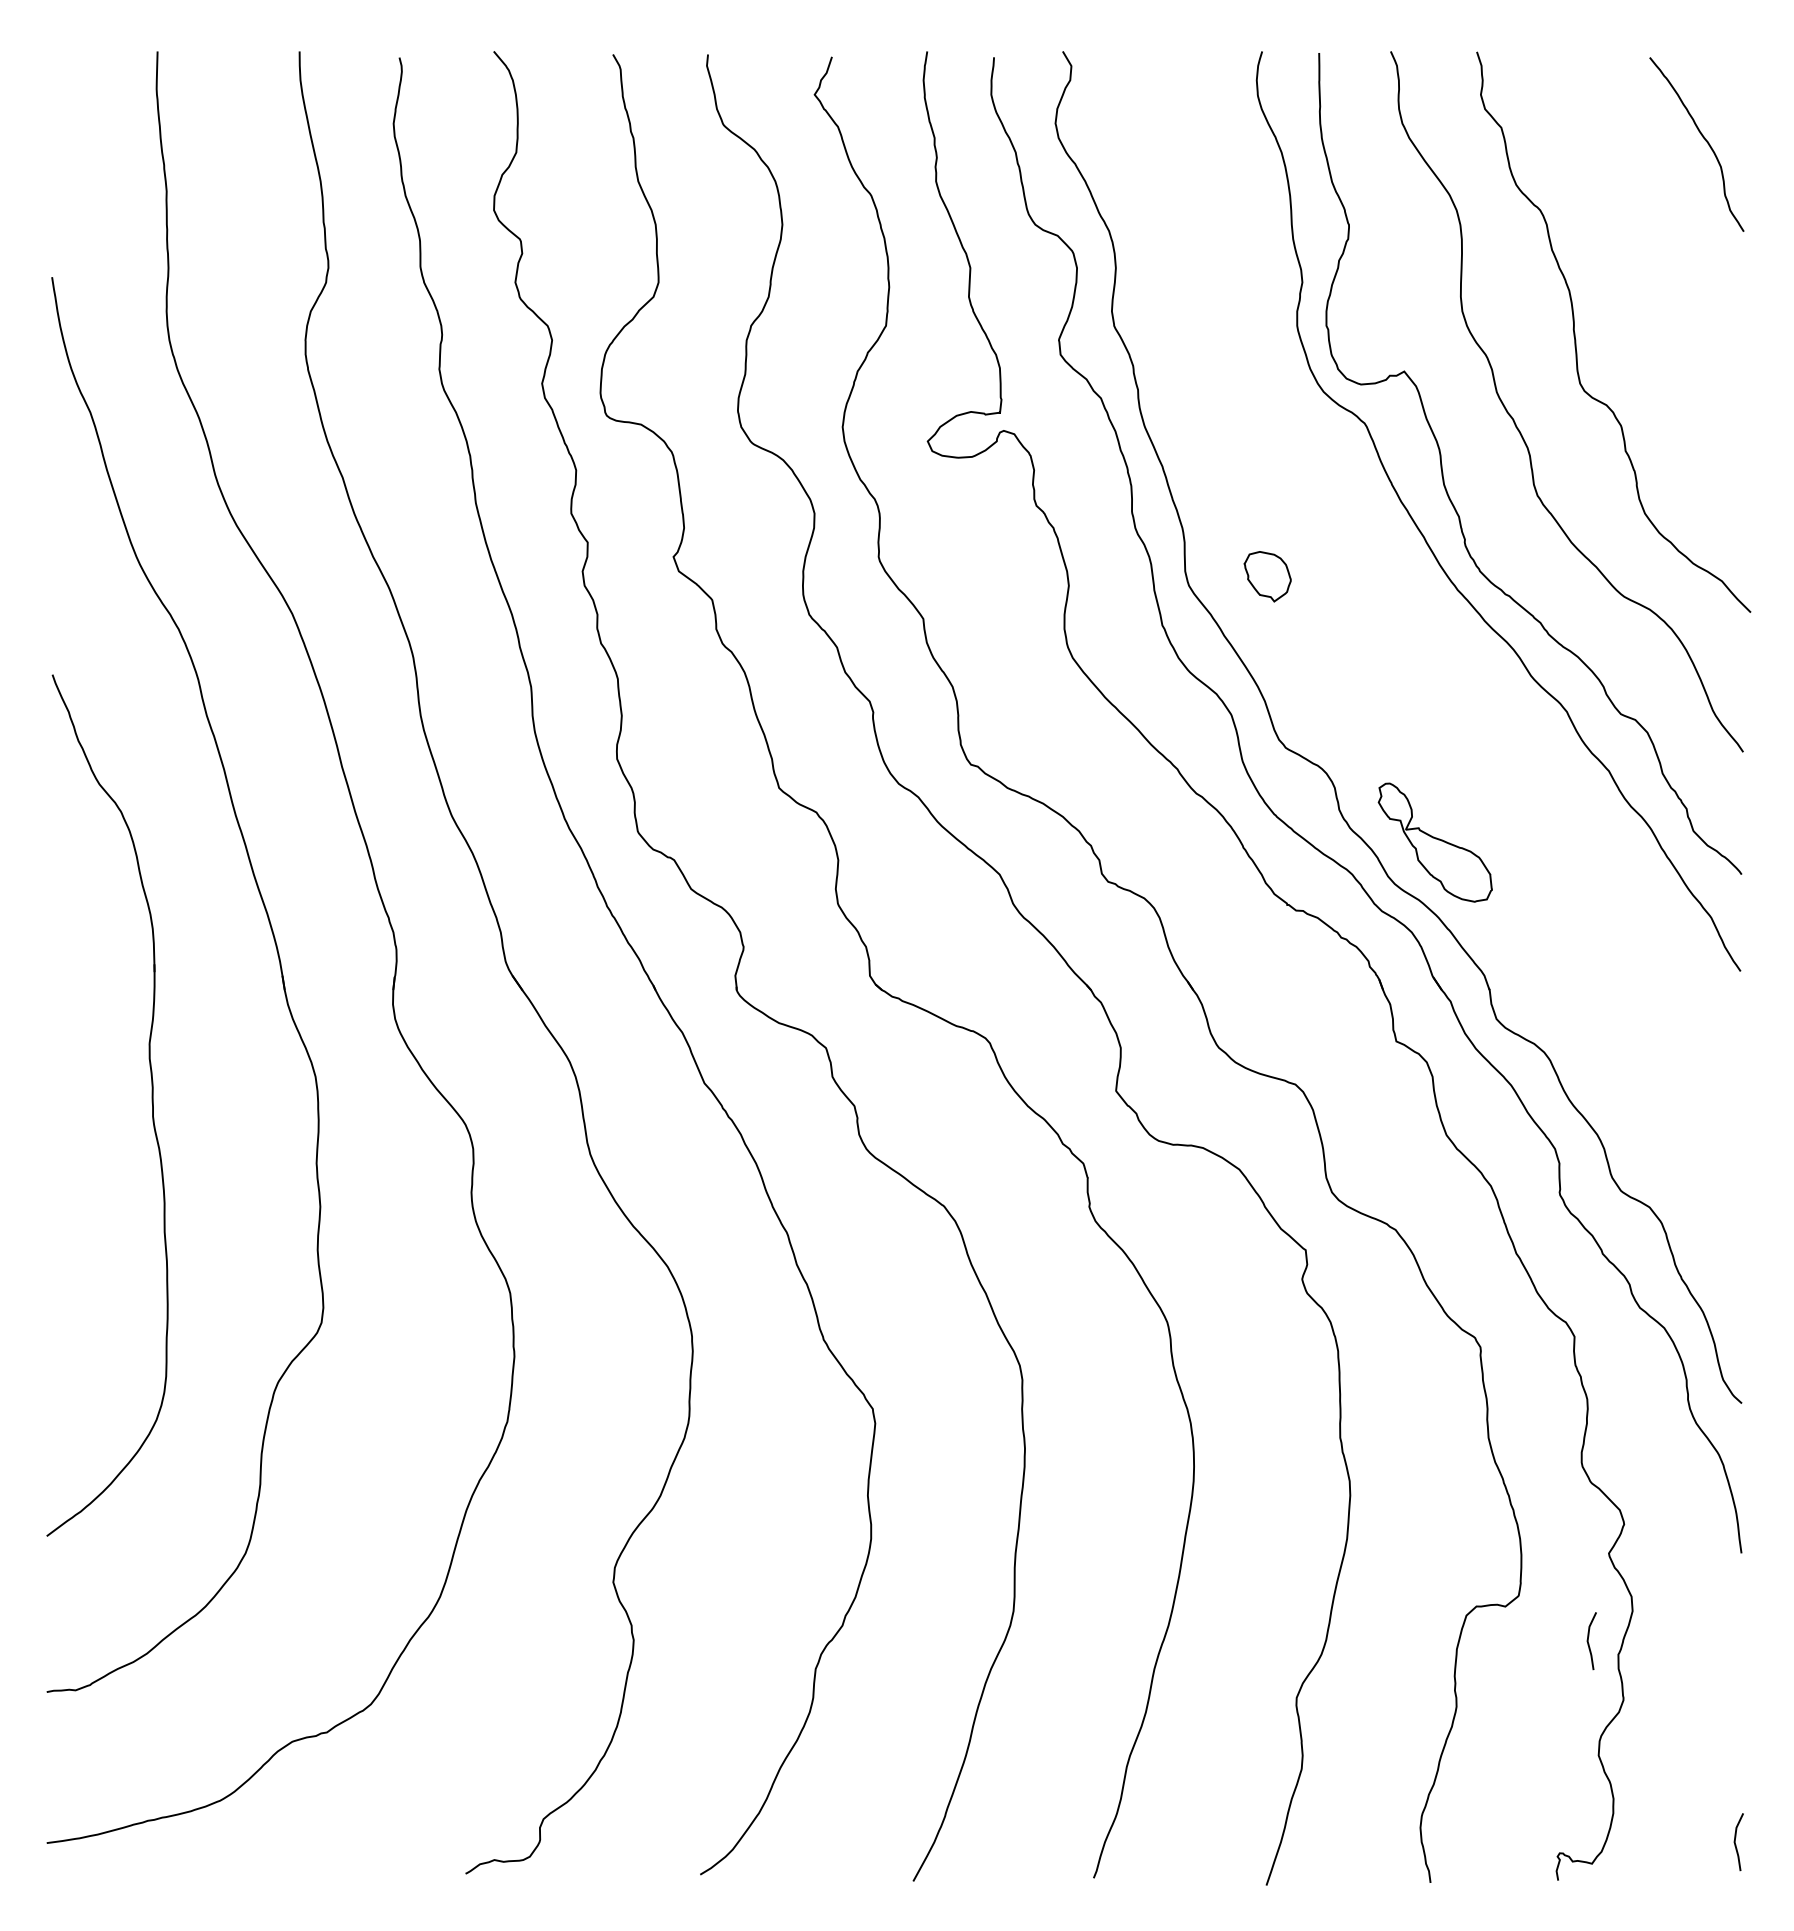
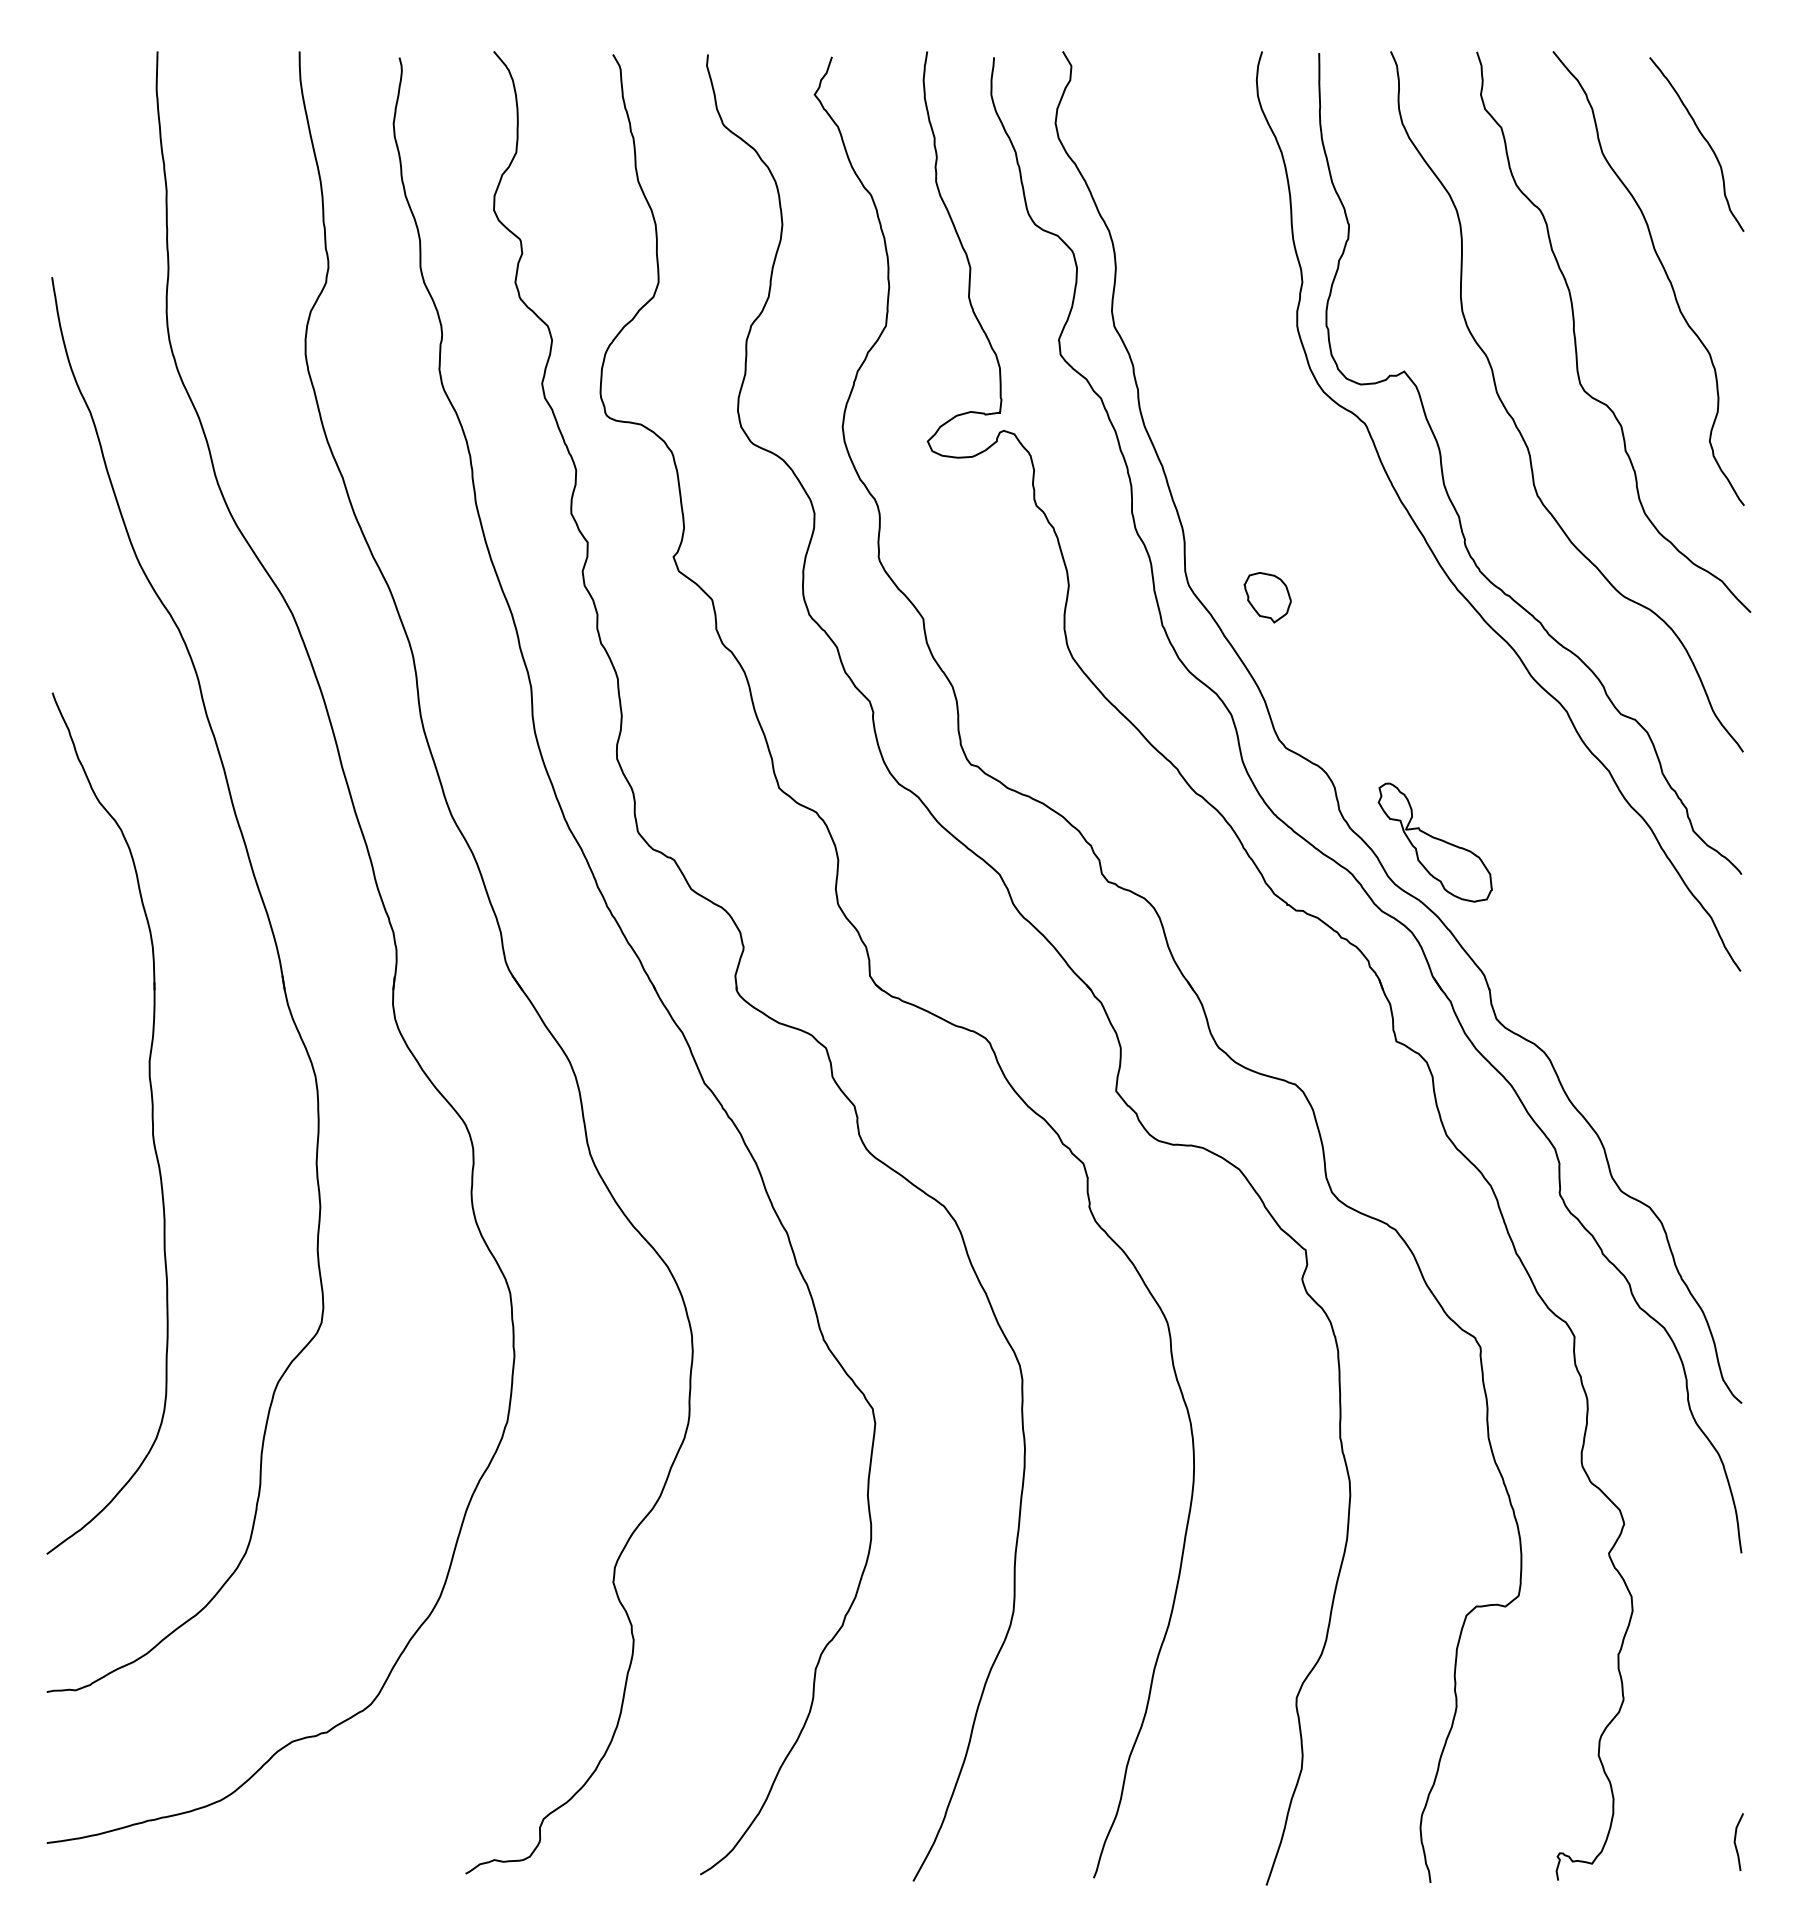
curve at (1663, 270): none -> present
part at (1267, 576) position: (1267, 576) -> (1267, 597)
part at (151, 1102) position: (151, 1102) -> (151, 1120)
curve at (1589, 1643): present -> none
